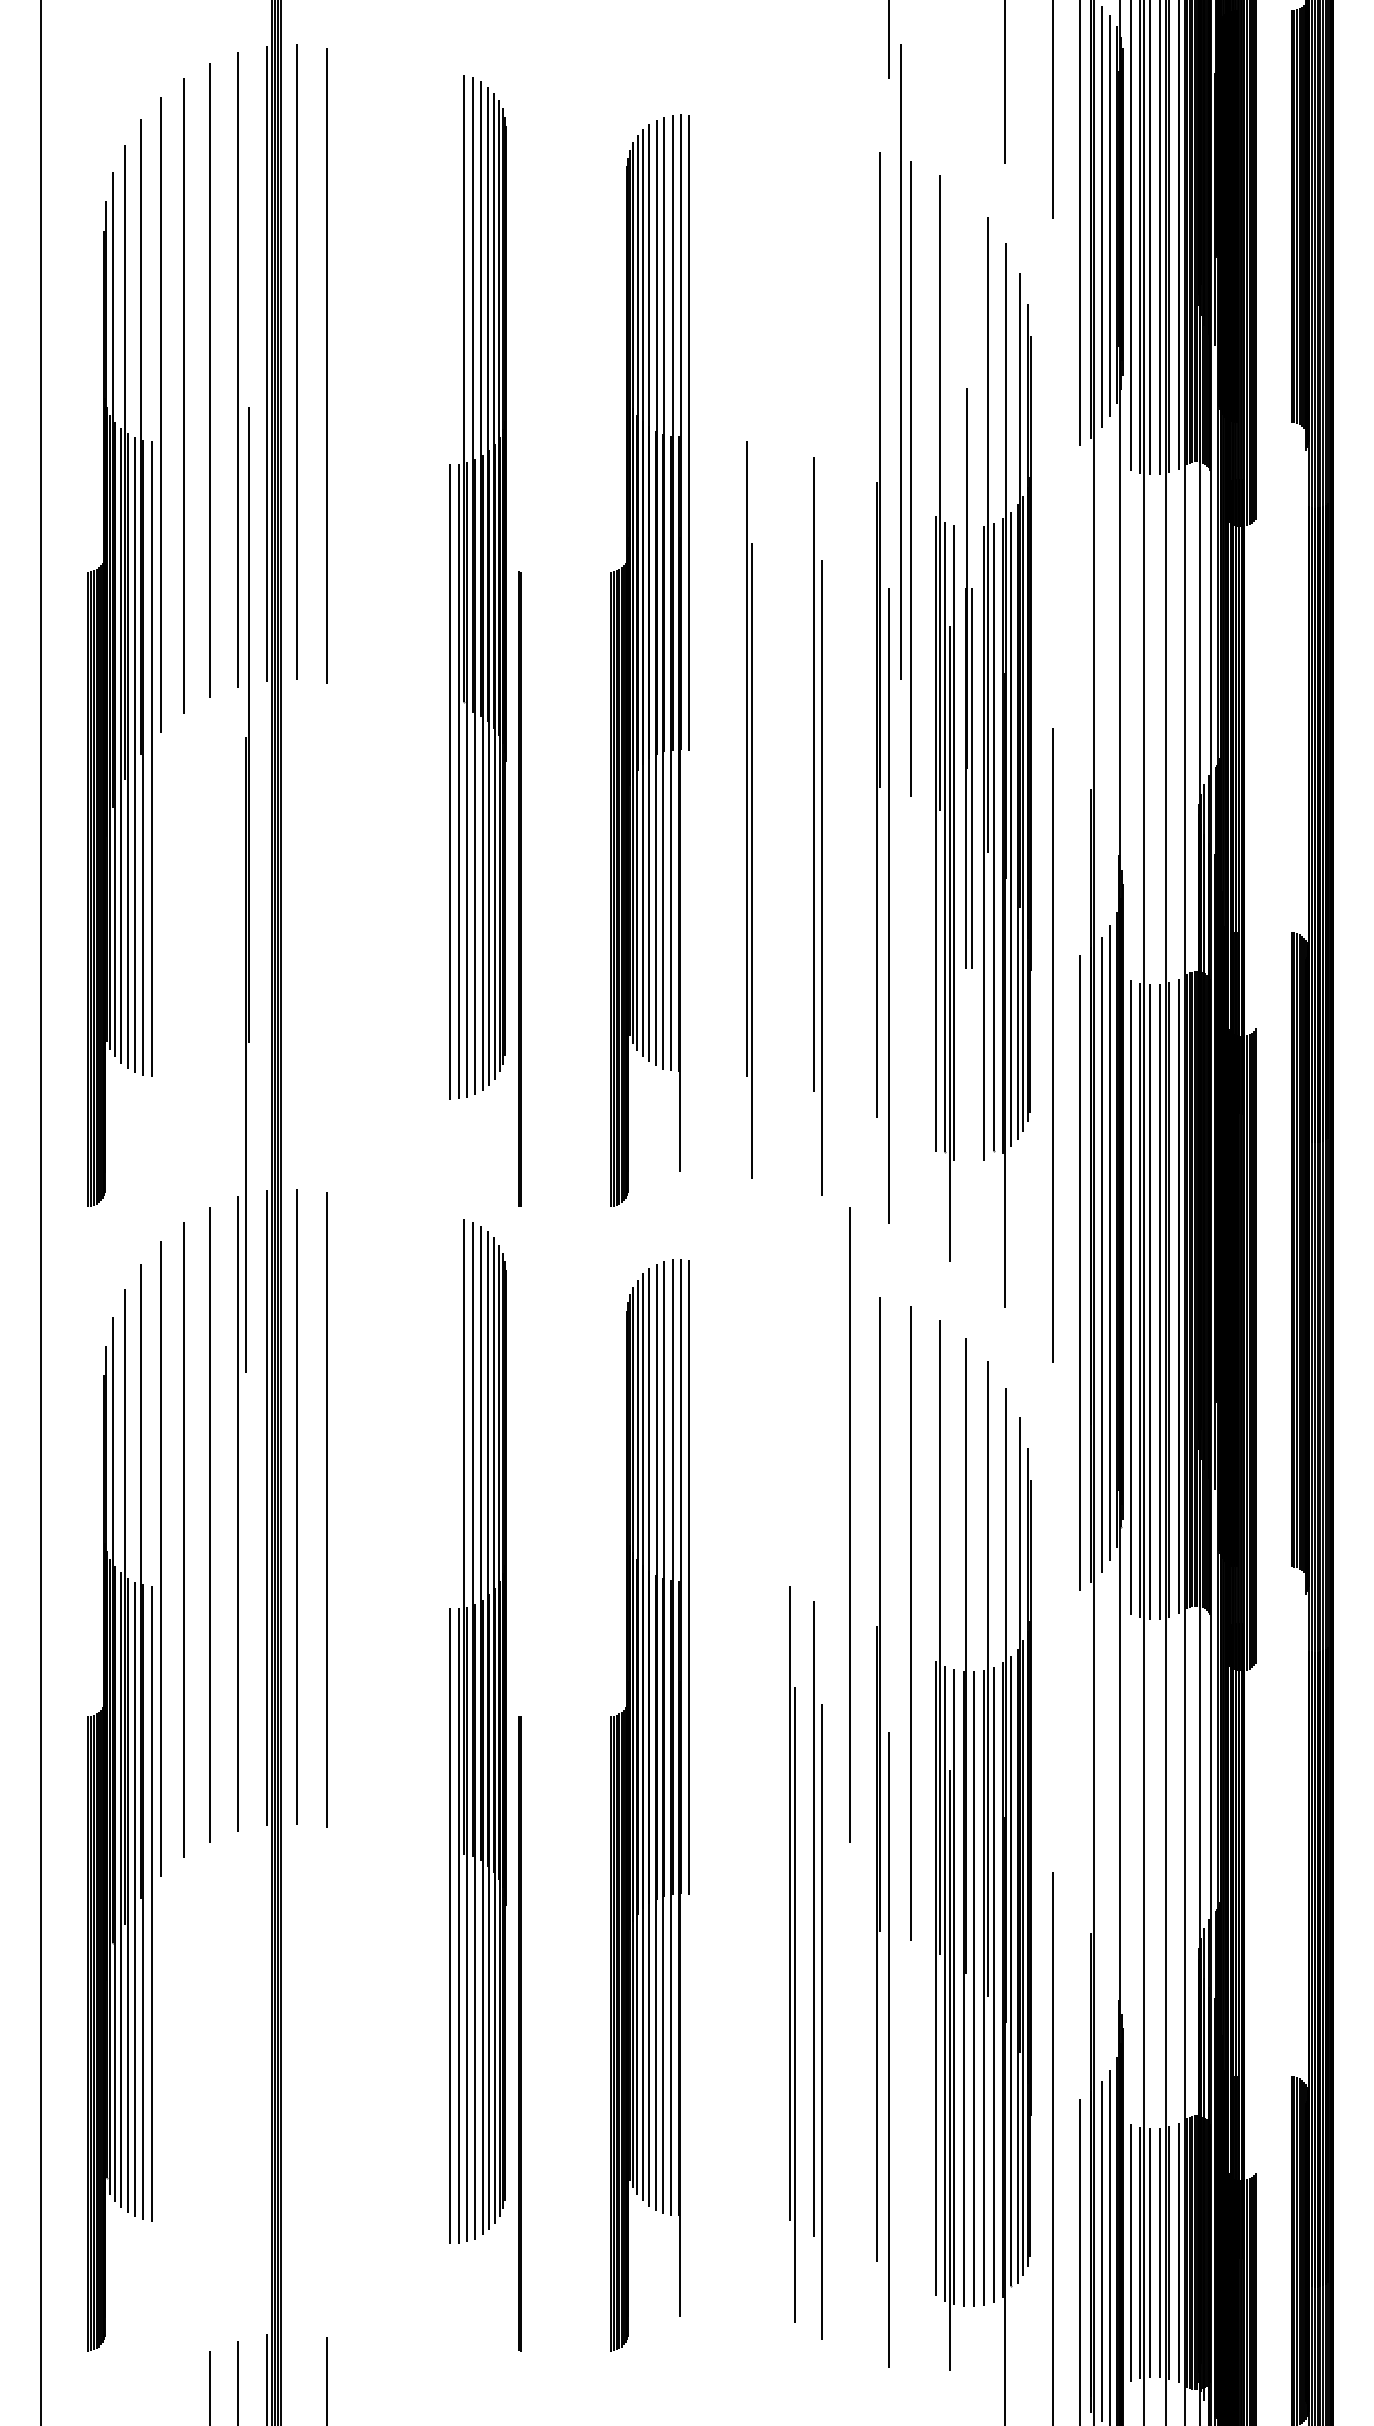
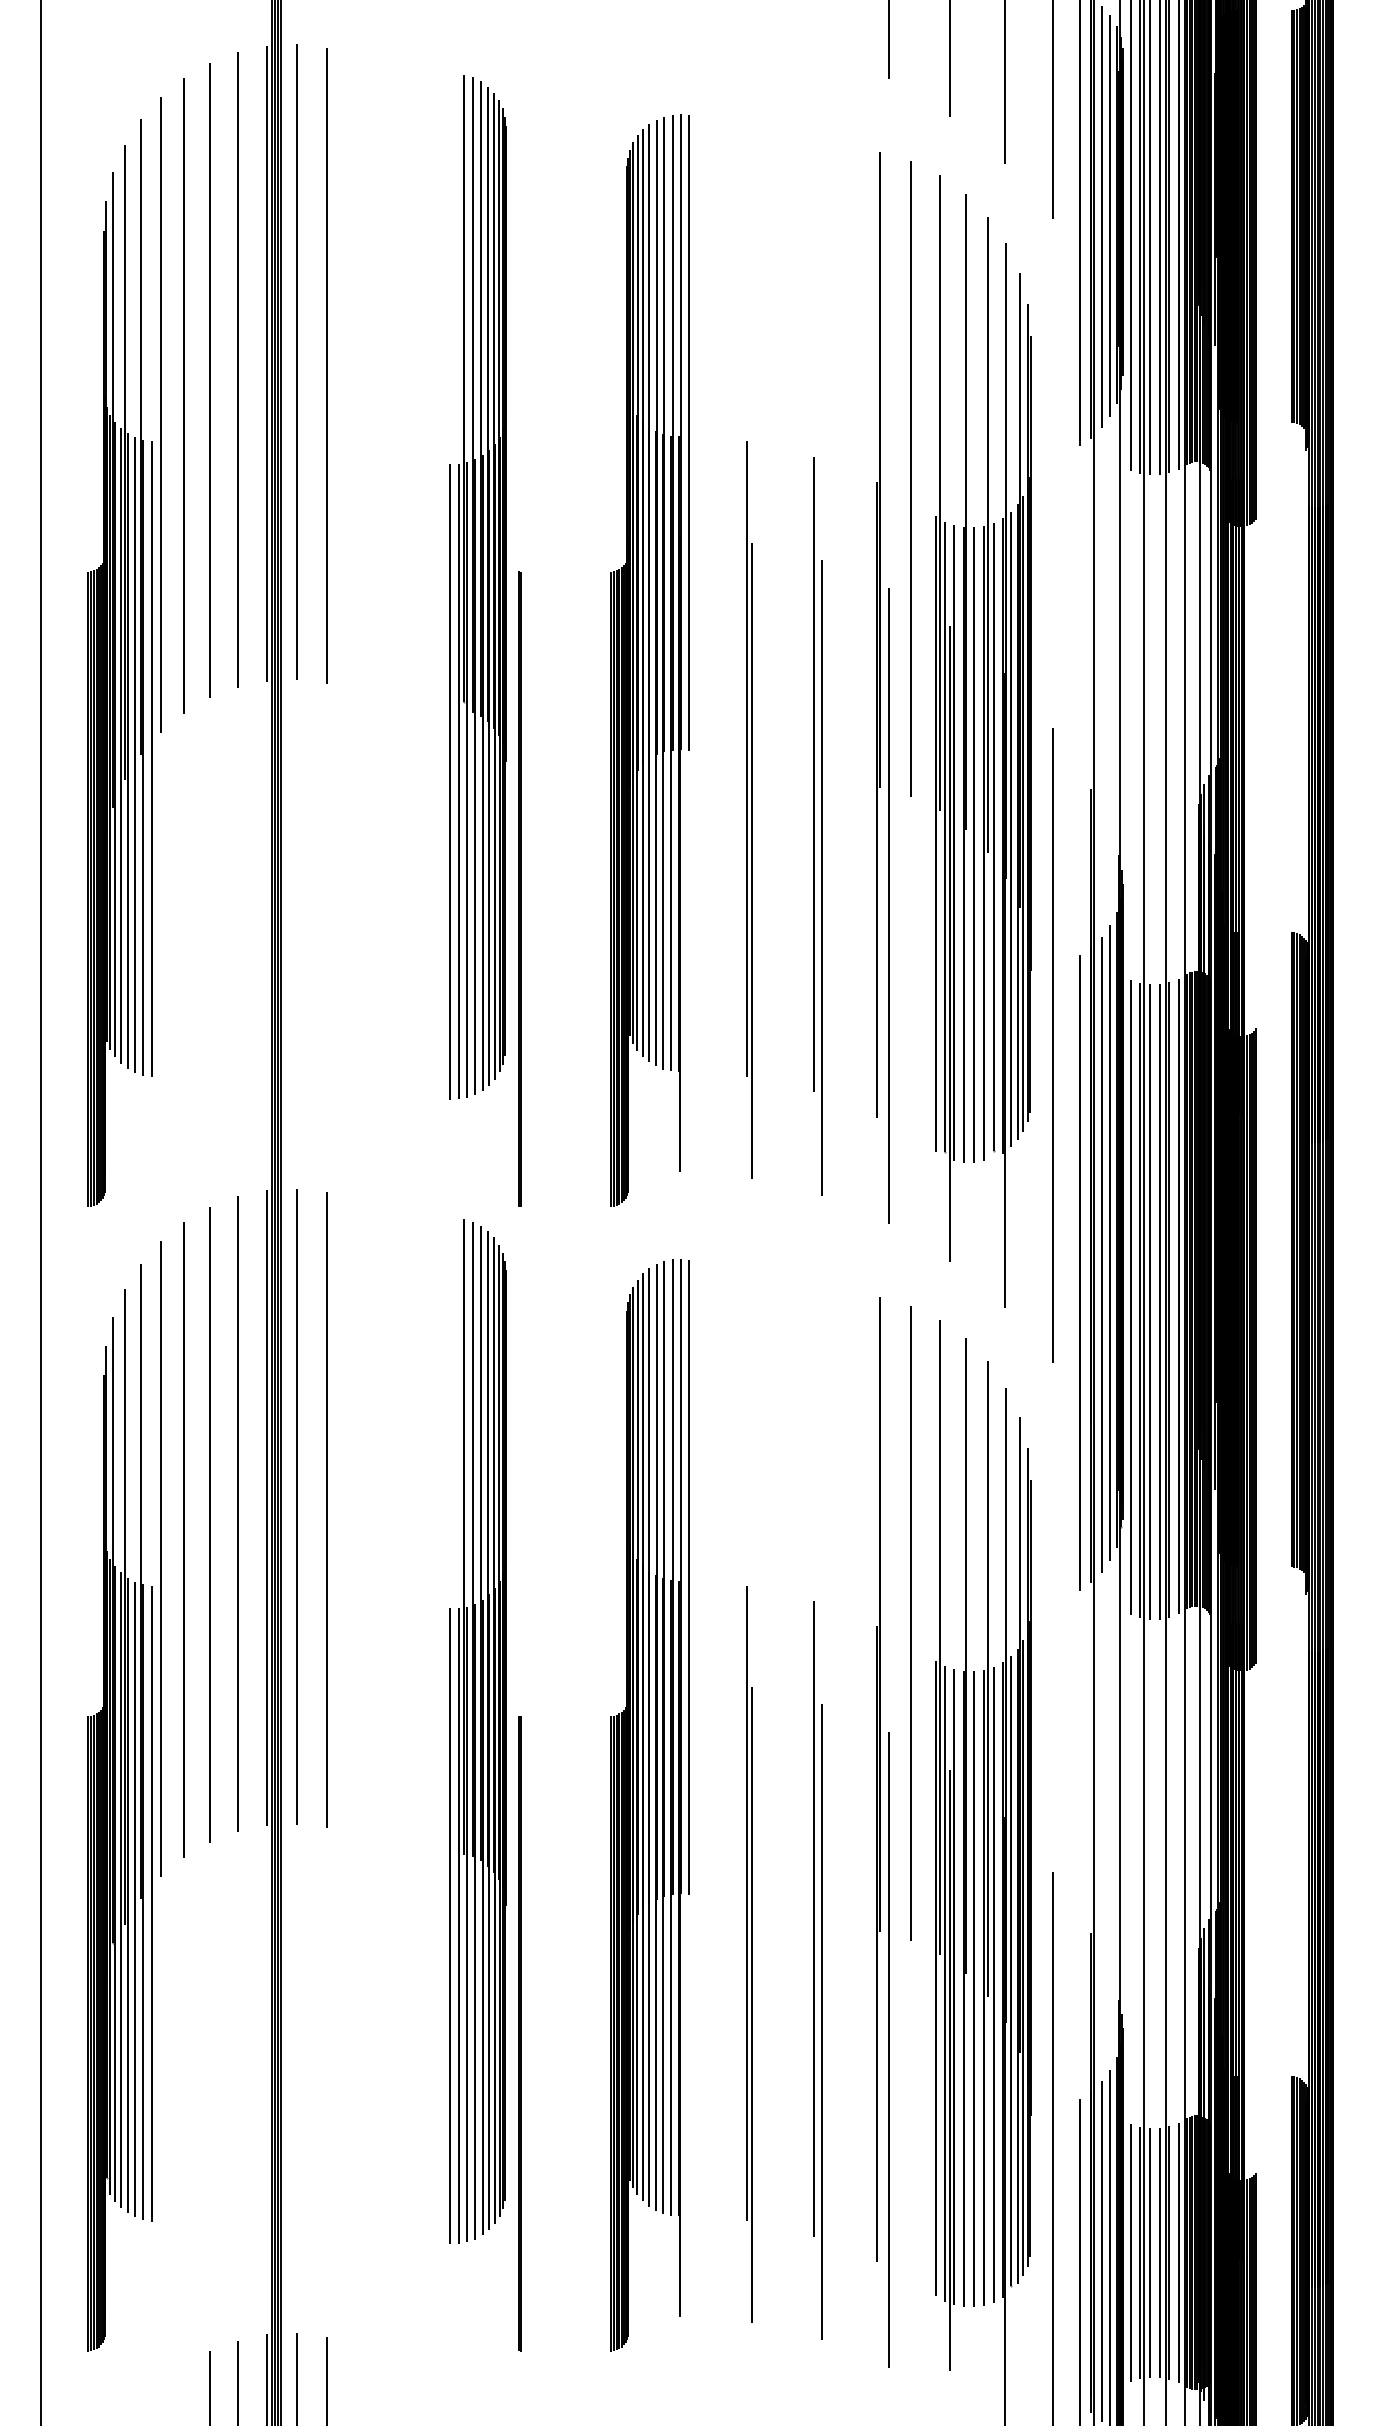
line at (950, 59): none -> present
line at (900, 361): present -> none
part at (968, 678) size: 8x581 px -> 12x969 px
part at (247, 889): present -> none
line at (849, 1524): present -> none
part at (792, 1954) position: (792, 1954) -> (749, 1954)
line at (297, 2377): none -> present
